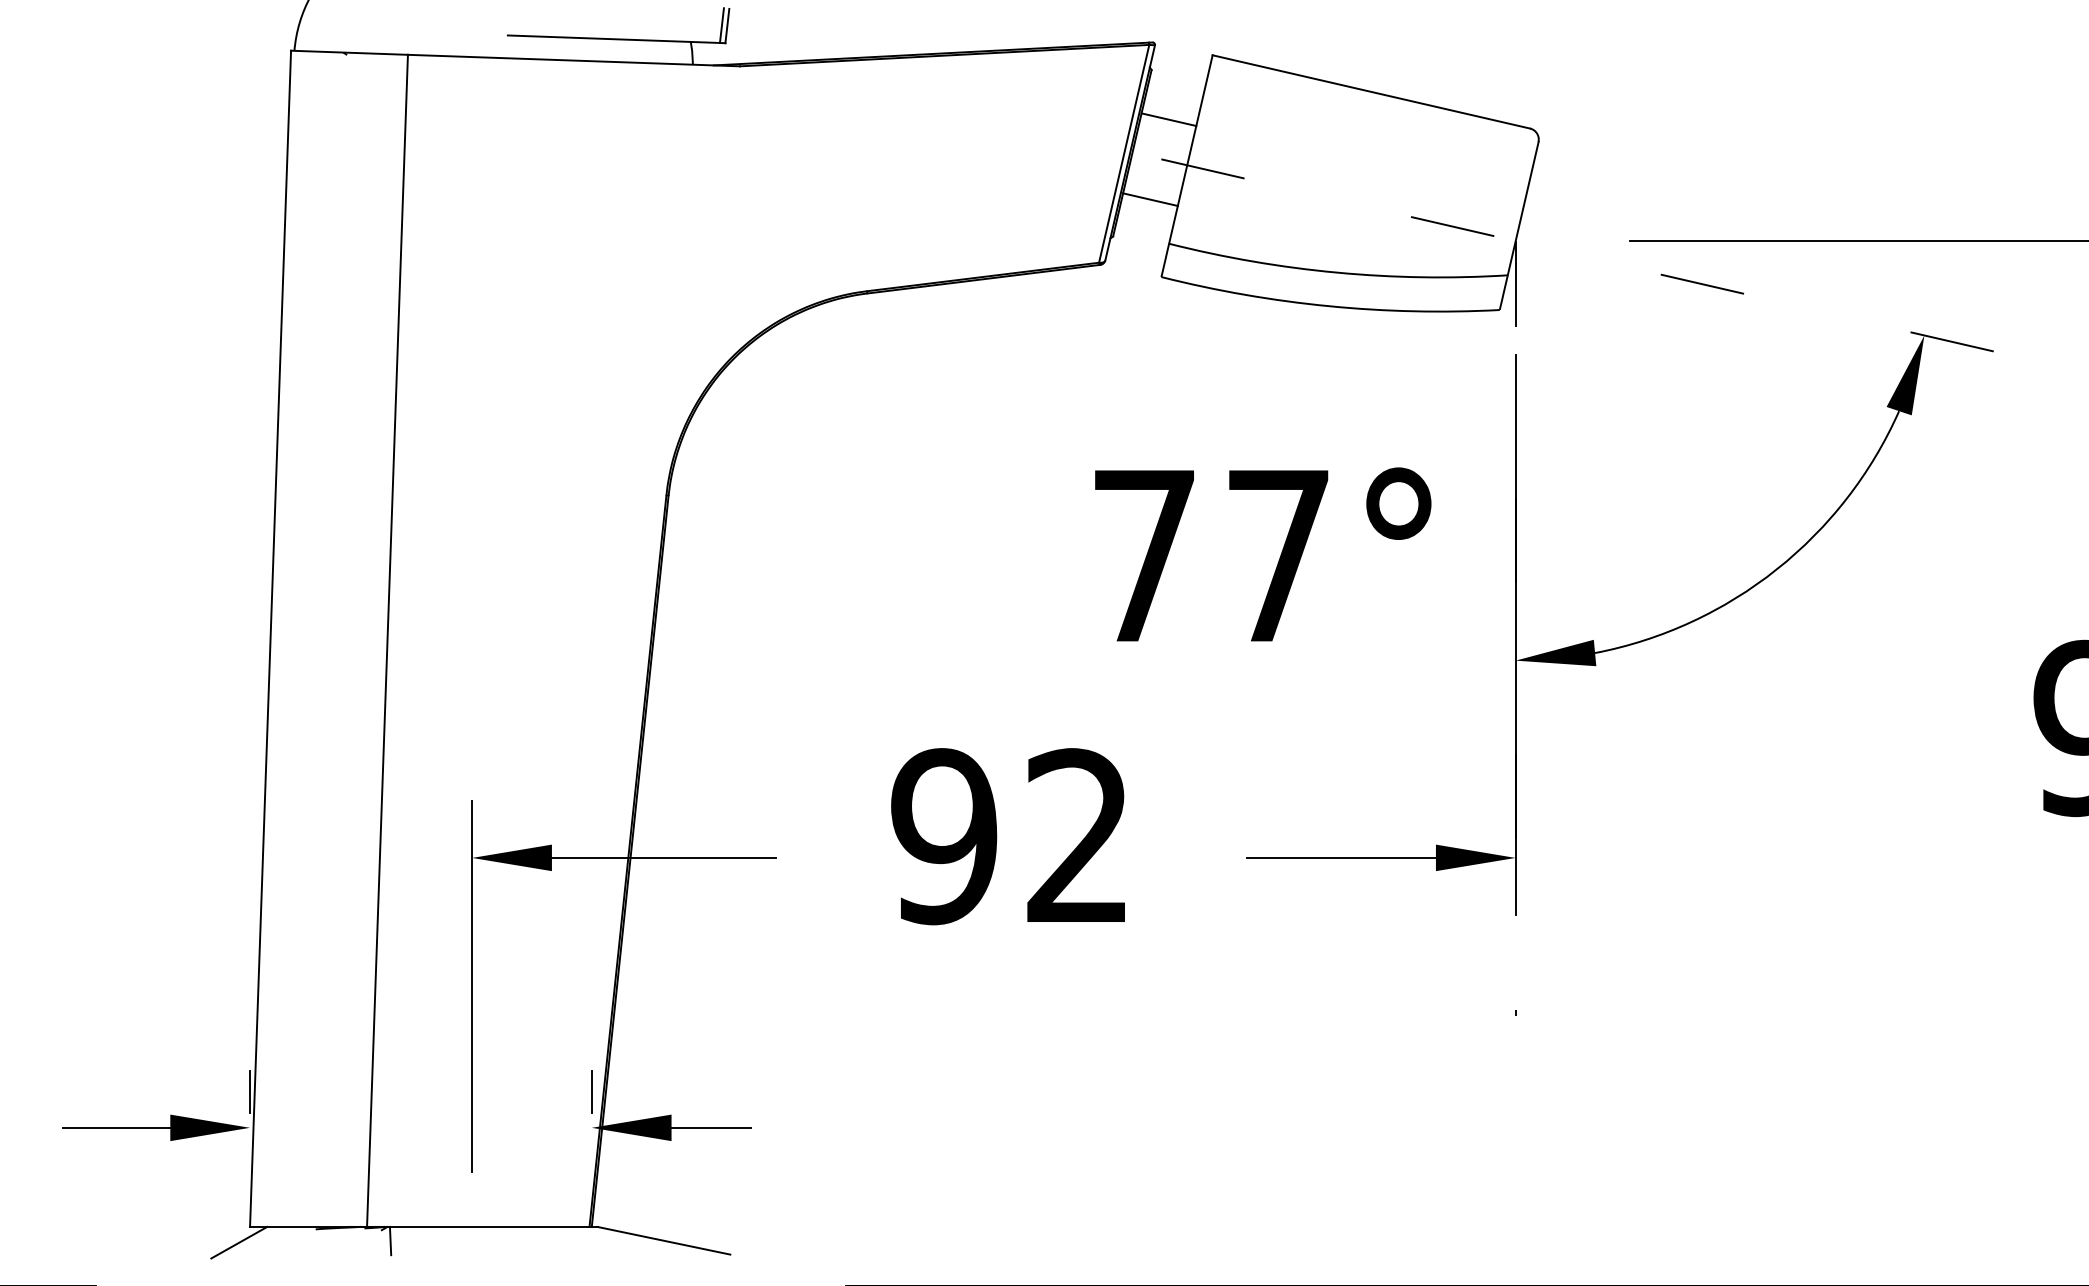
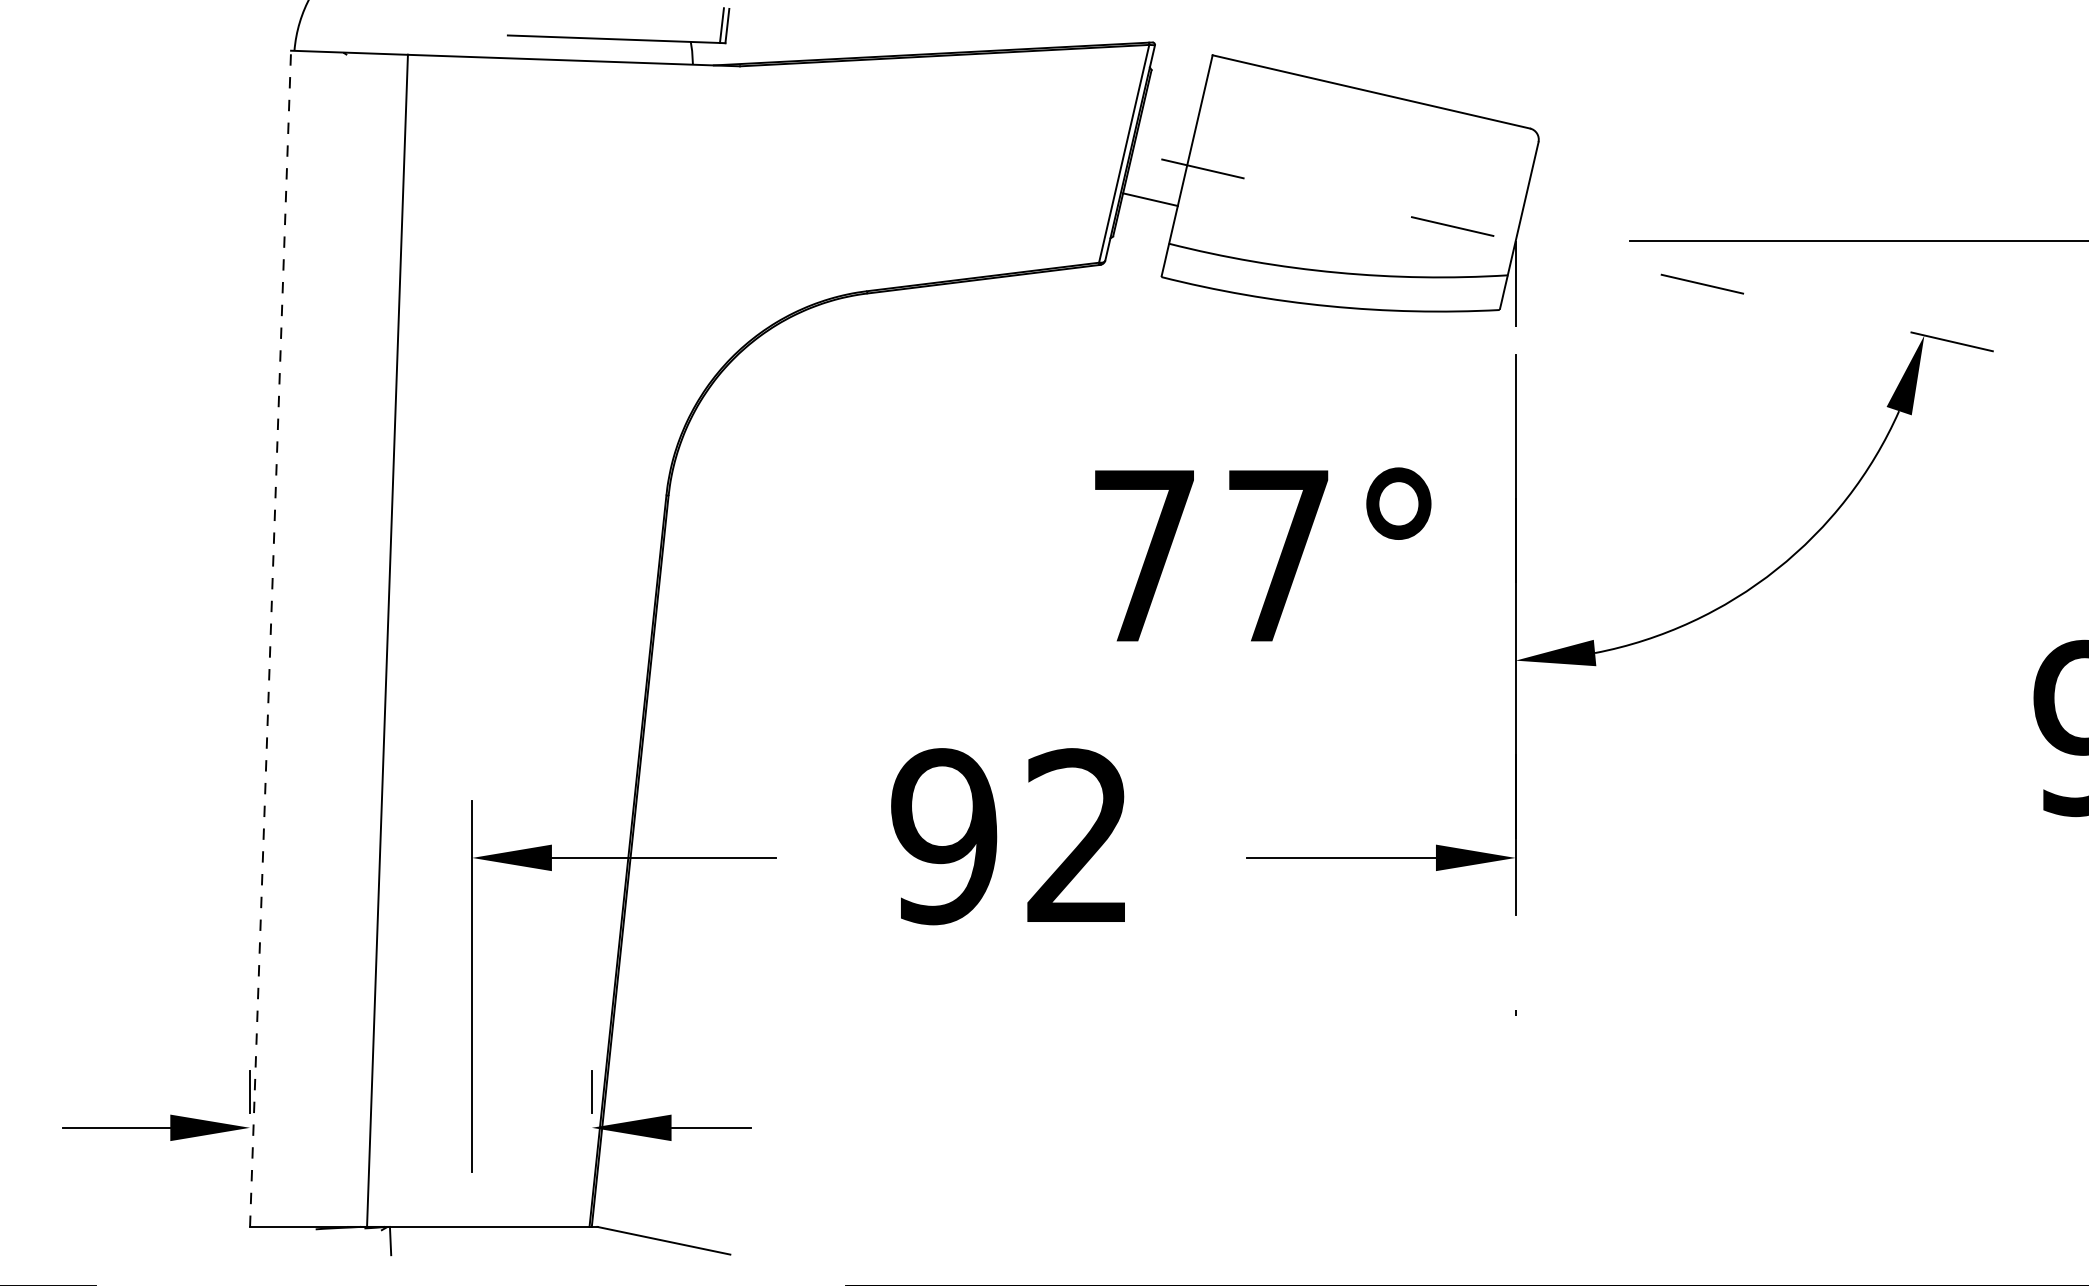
line at (1168, 119): present -> none
line at (270, 638): solid -> dashed
line at (239, 1242): present -> none
